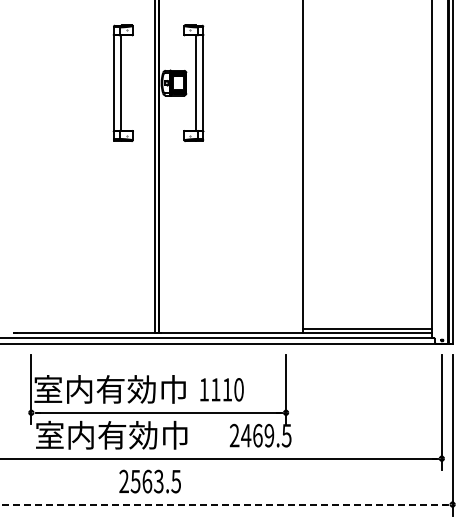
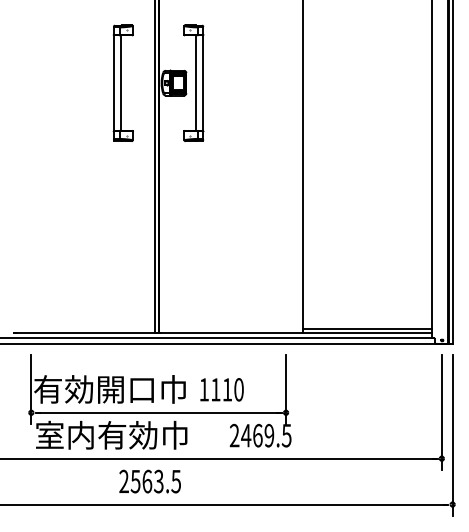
text at (94, 389): 室内有効巾 -> 有効開口巾
line at (223, 504): dashed -> solid
